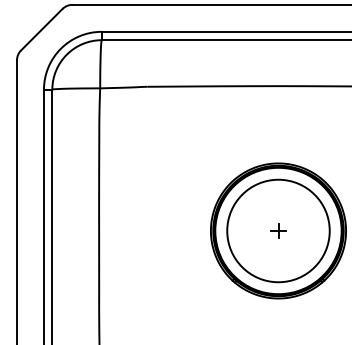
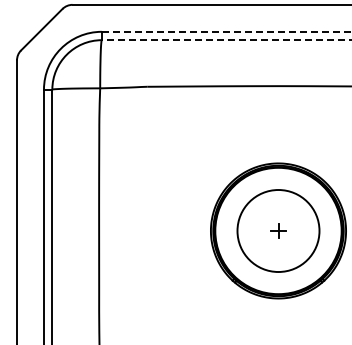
line at (226, 31): solid -> dashed
line at (226, 40): solid -> dashed
circle at (278, 230) diameter: 102 px -> 82 px
